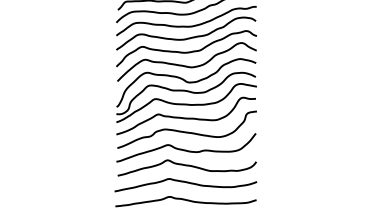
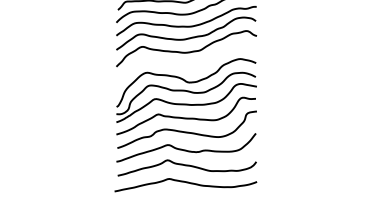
curve at (186, 65): present -> none
curve at (185, 200): present -> none
